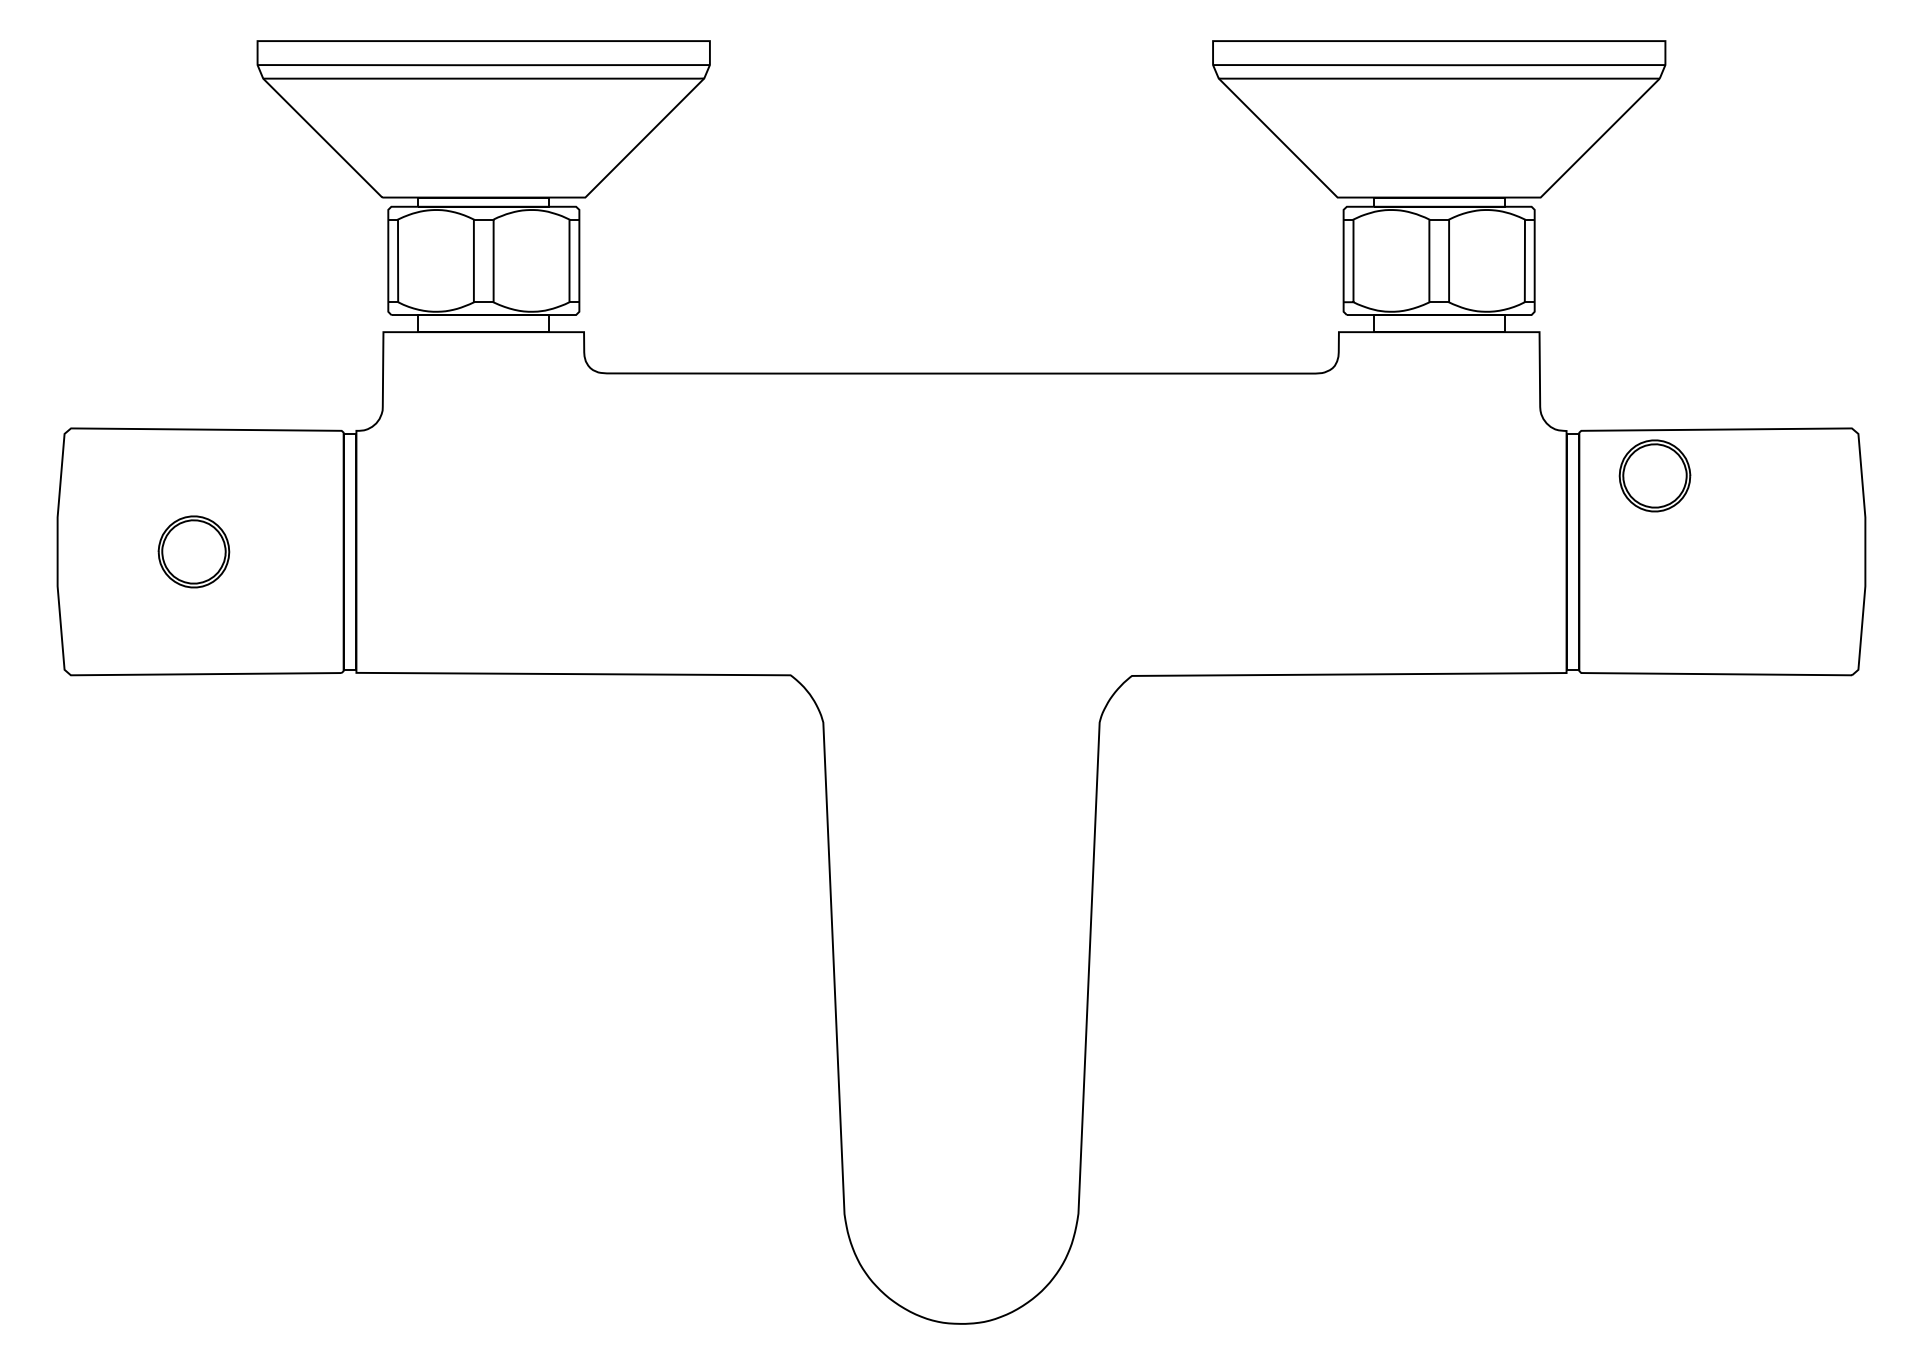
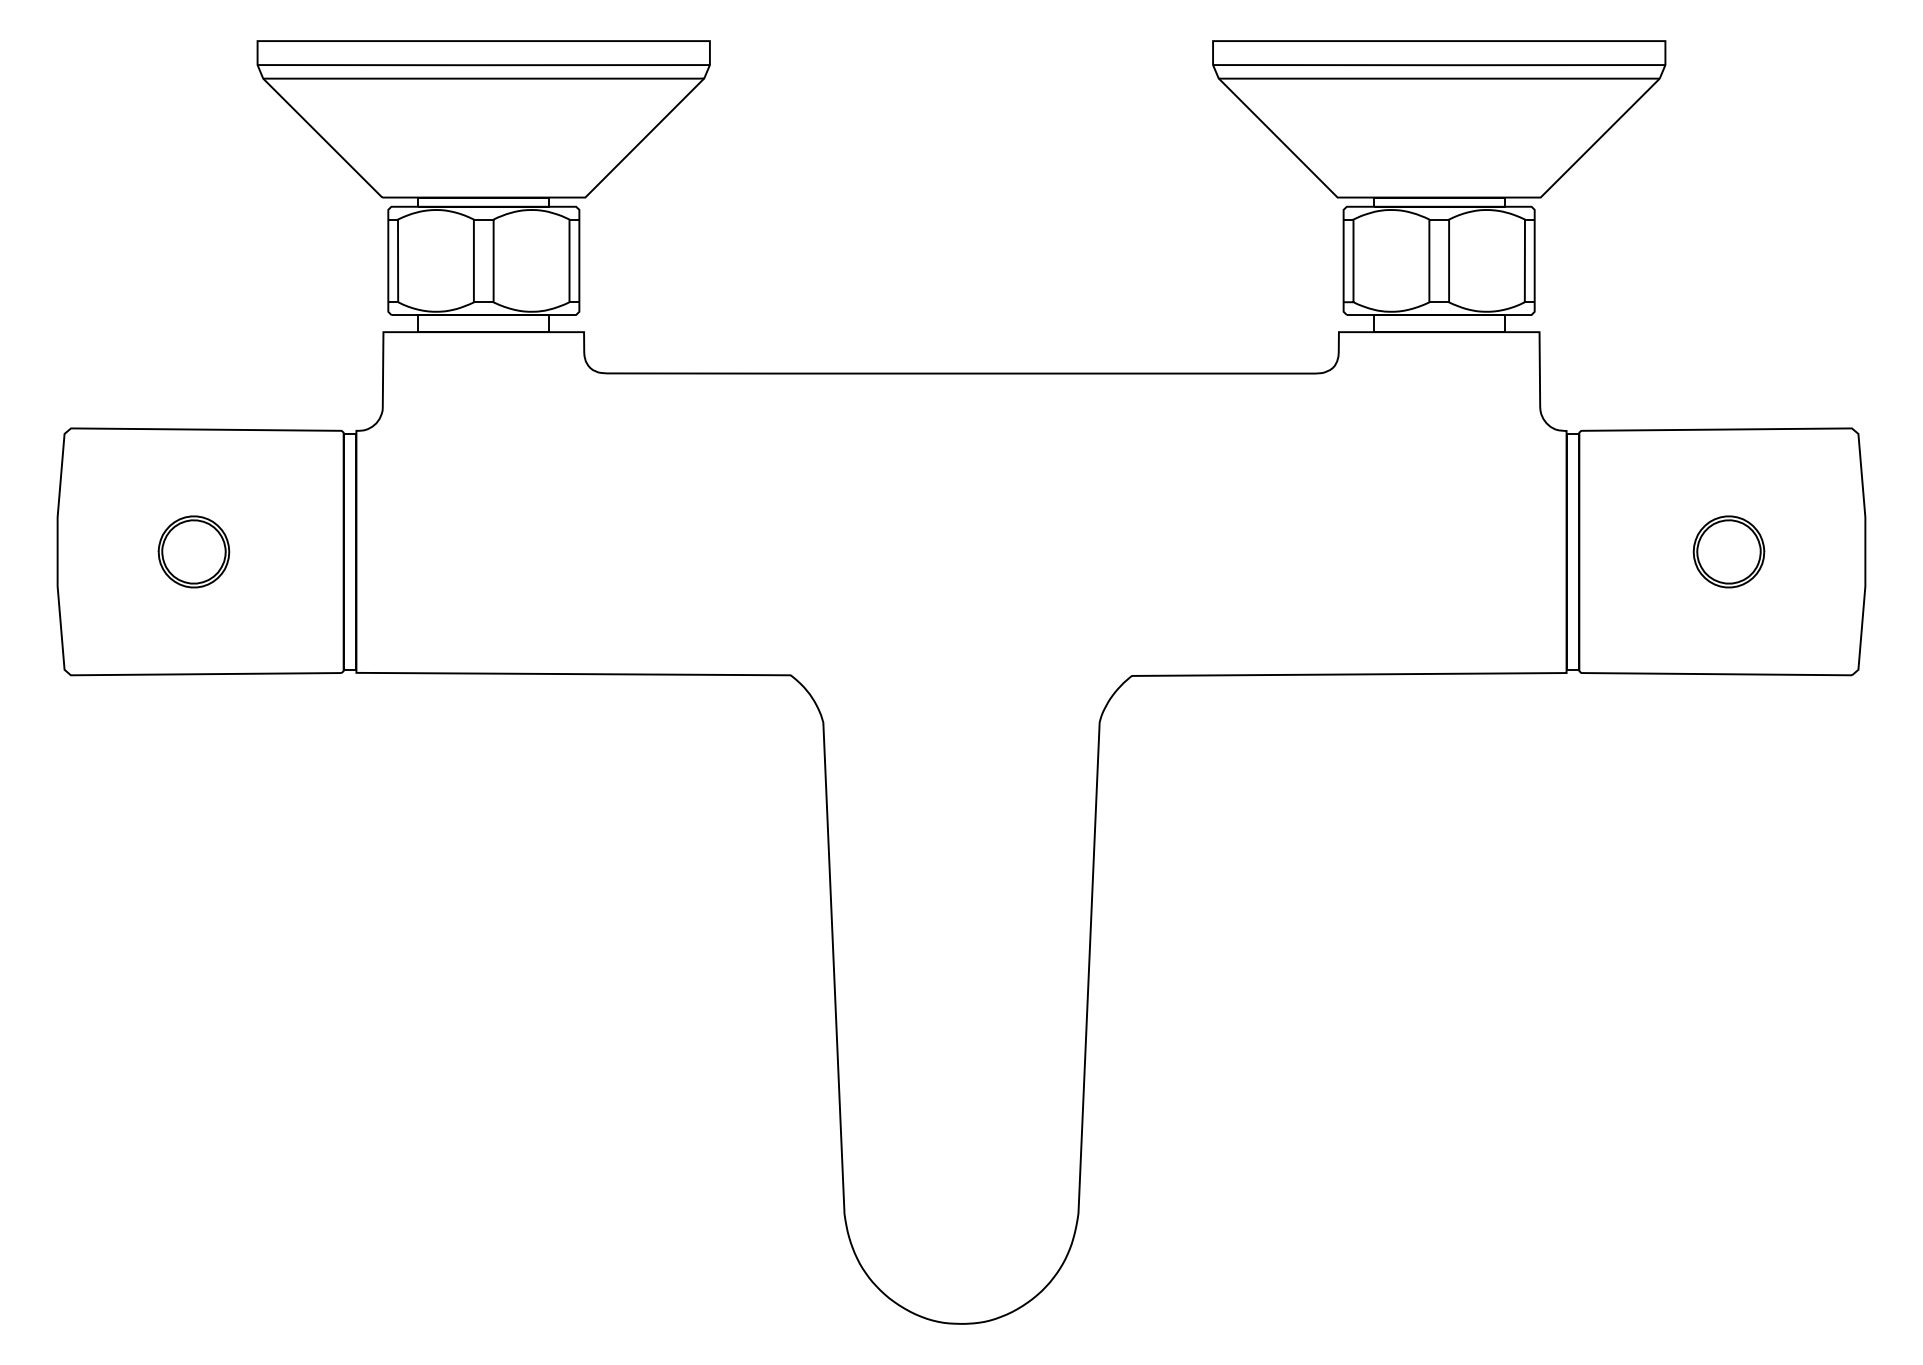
part at (1654, 475) position: (1654, 475) -> (1728, 551)
